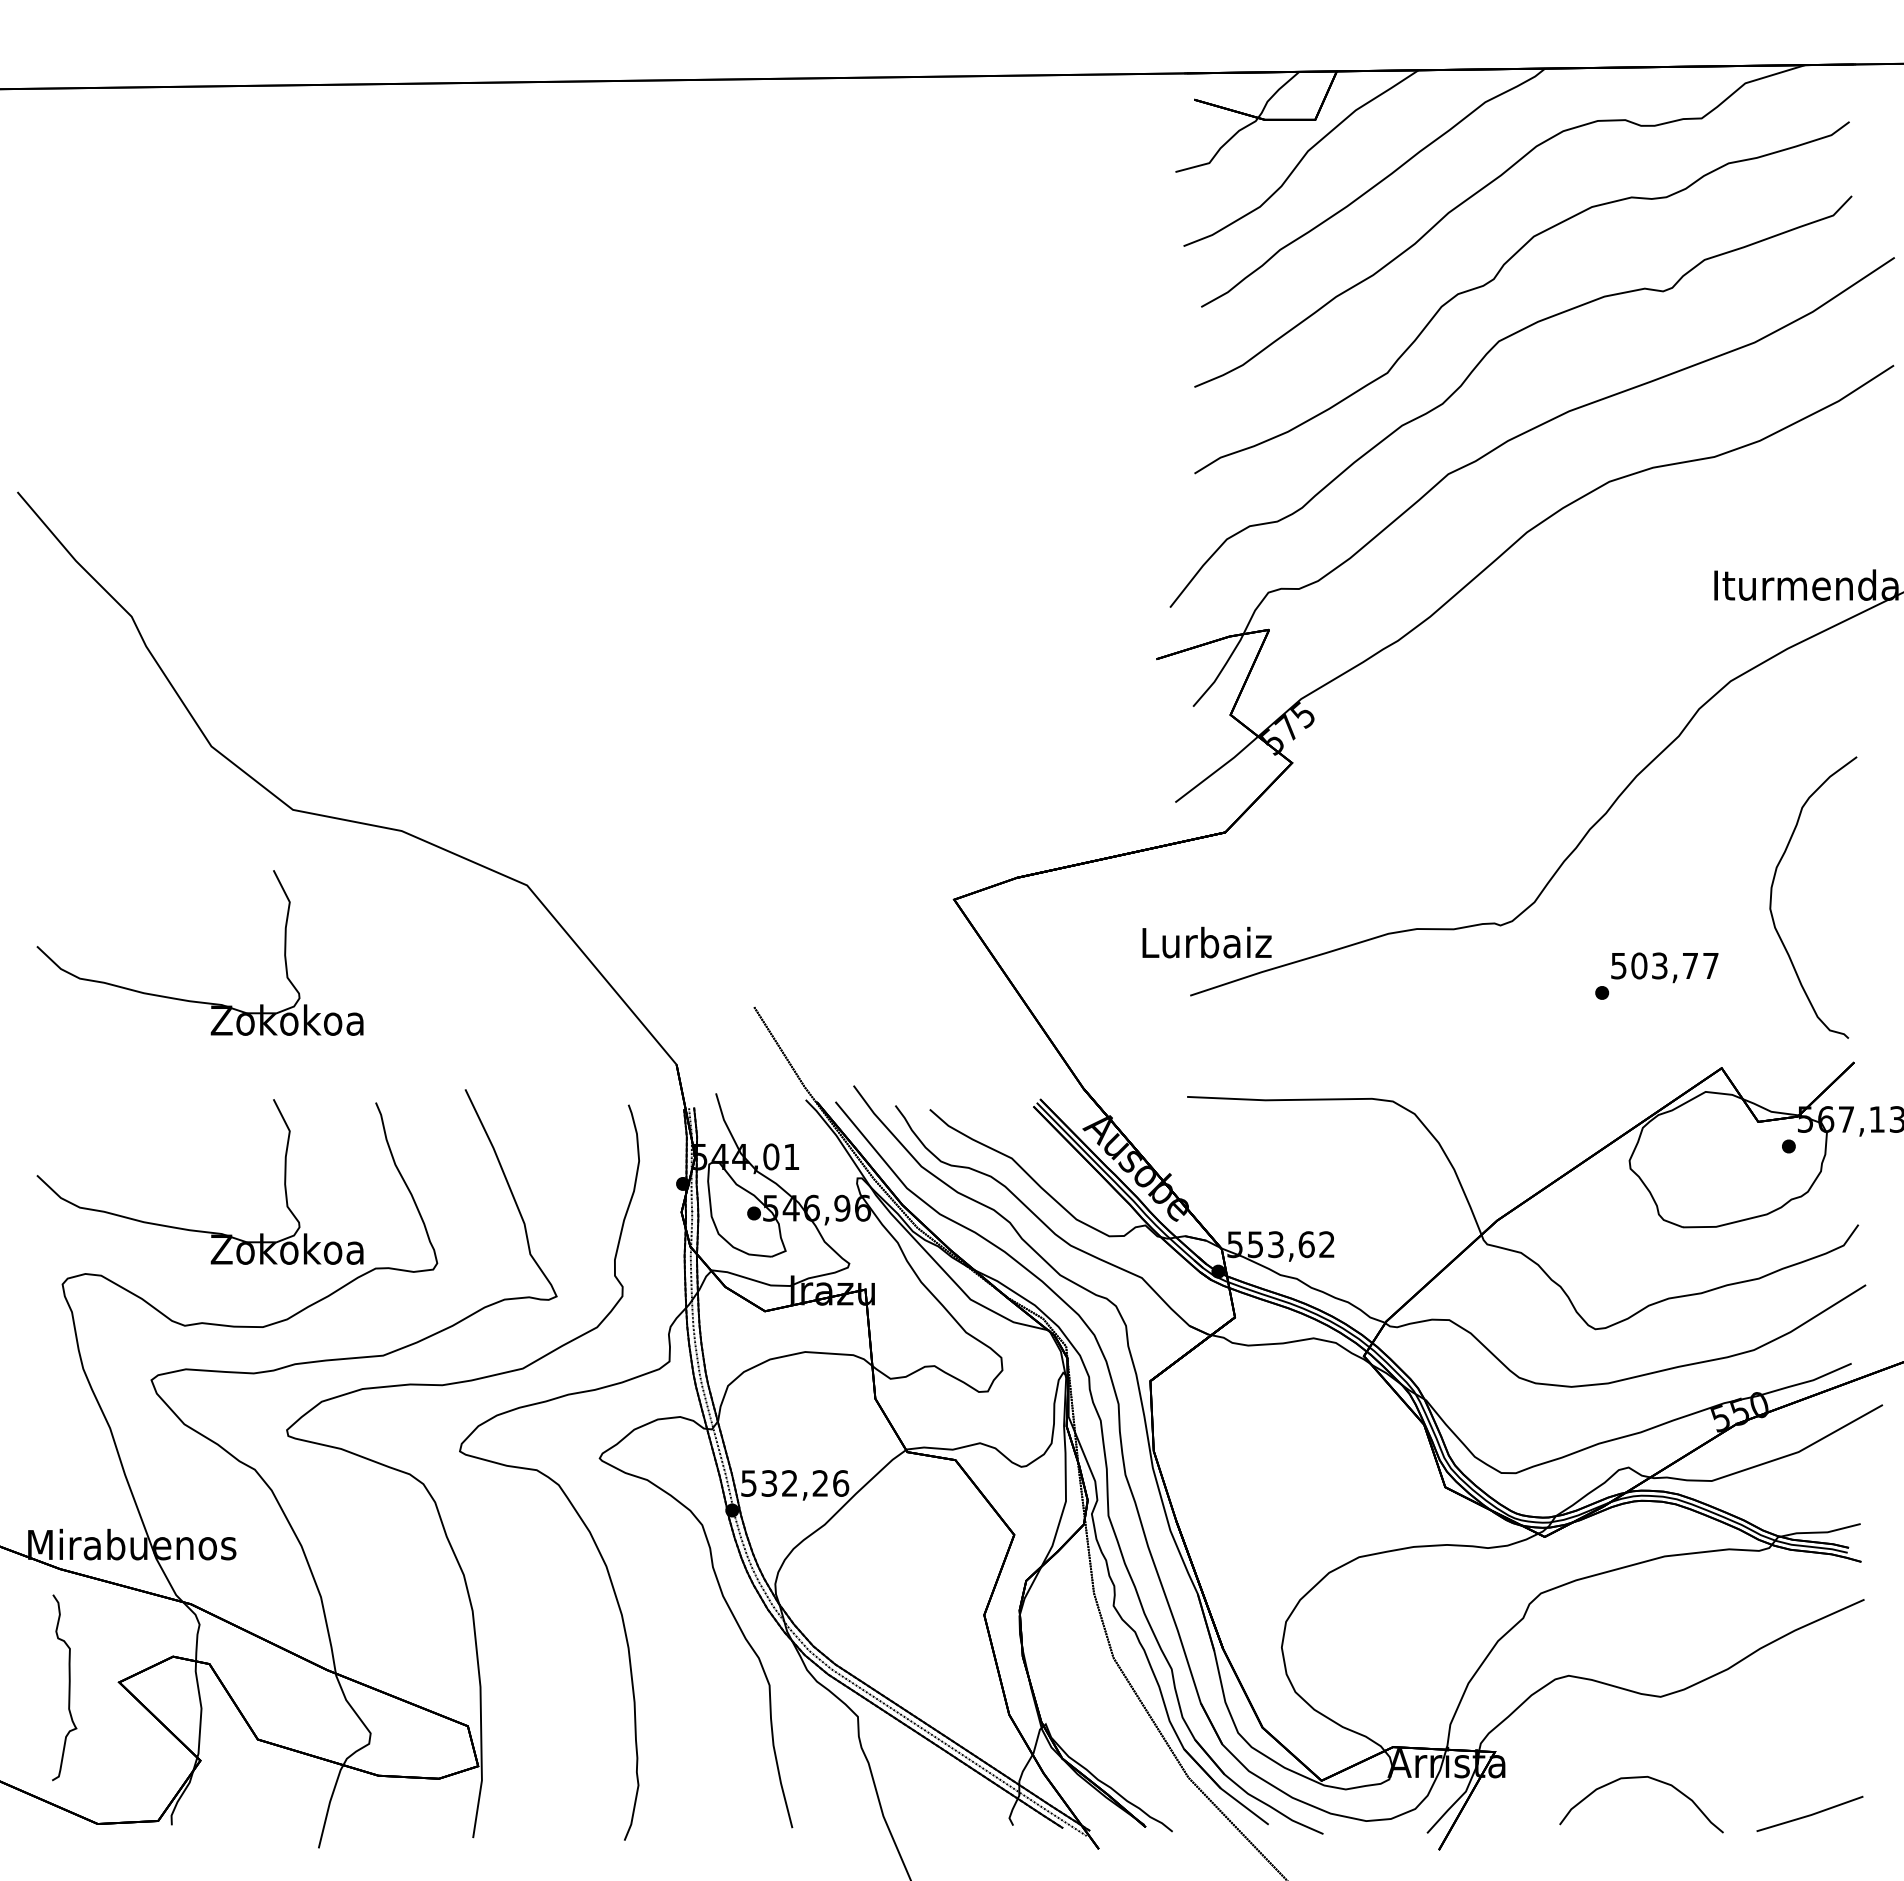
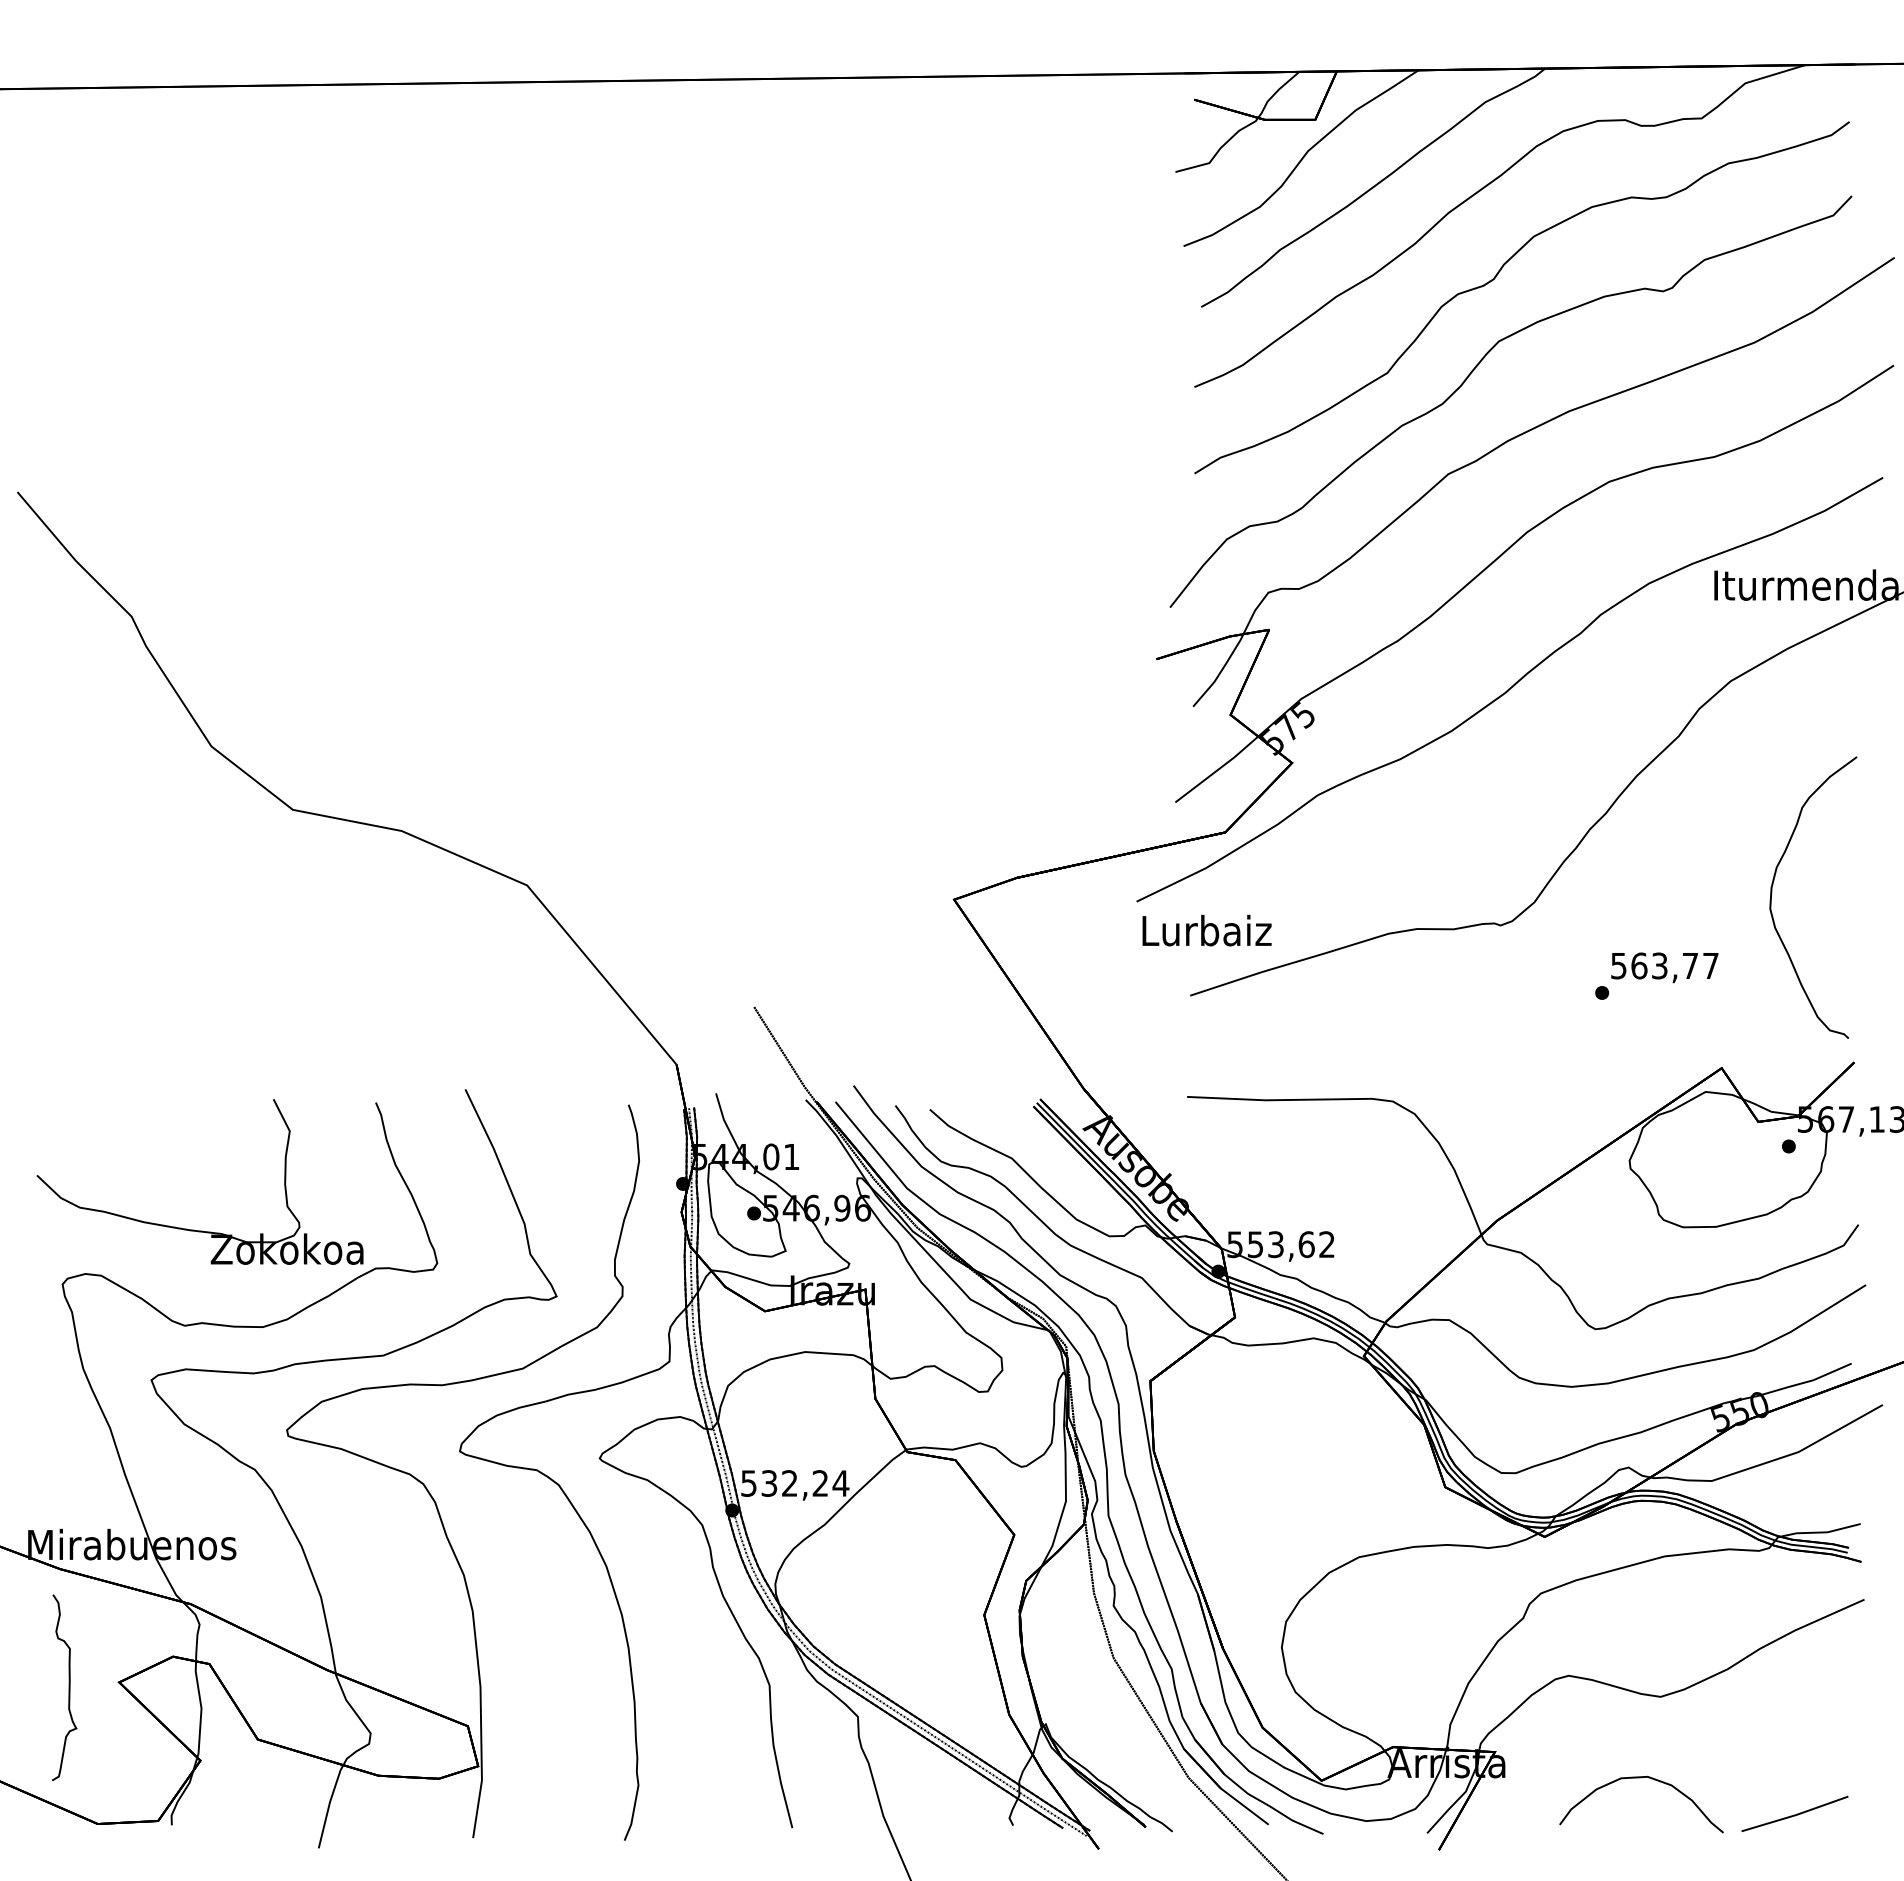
part at (1509, 689): none -> present
text at (1206, 942) position: (1206, 942) -> (1206, 930)
text at (1639, 965): 503,77 -> 563,77
part at (194, 1000): present -> none
text at (840, 1483): 532,26 -> 532,24
line at (1809, 1814) position: (1809, 1814) -> (1794, 1814)
